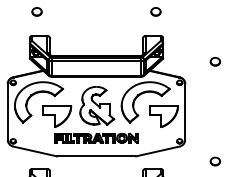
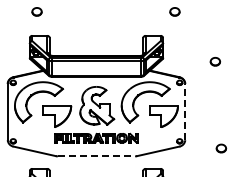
part at (155, 11) position: (155, 11) -> (174, 11)
line at (185, 111): solid -> dashed
line at (96, 156): solid -> dashed
part at (215, 161) position: (215, 161) -> (221, 148)
